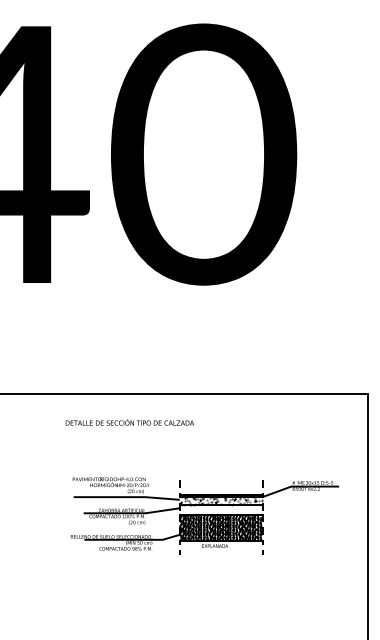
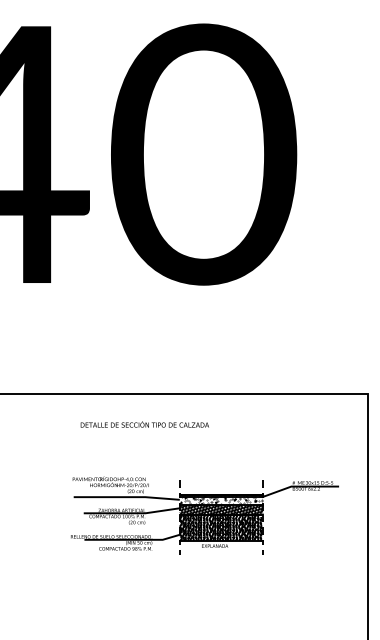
text at (129, 422) position: (129, 422) -> (144, 424)
hatch at (220, 510): none -> present
